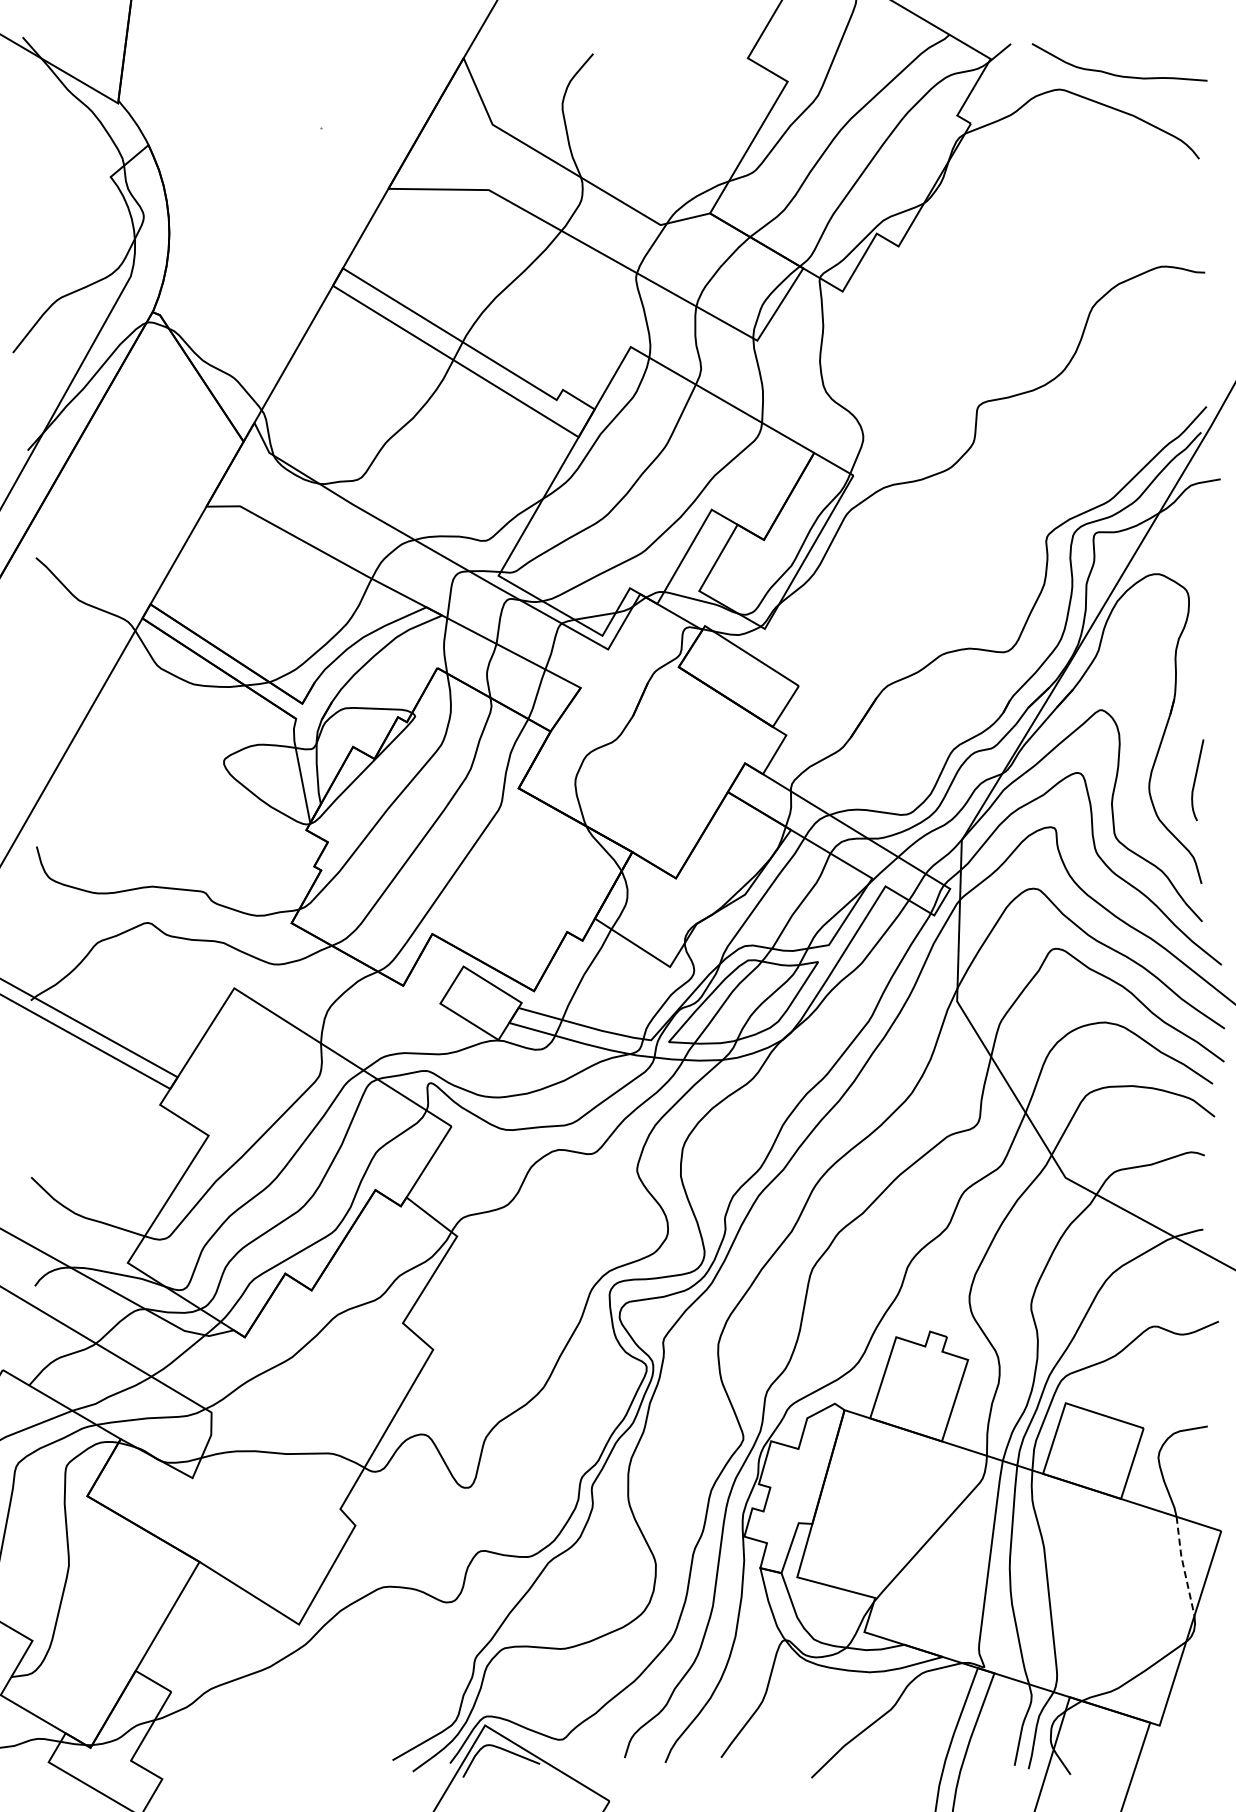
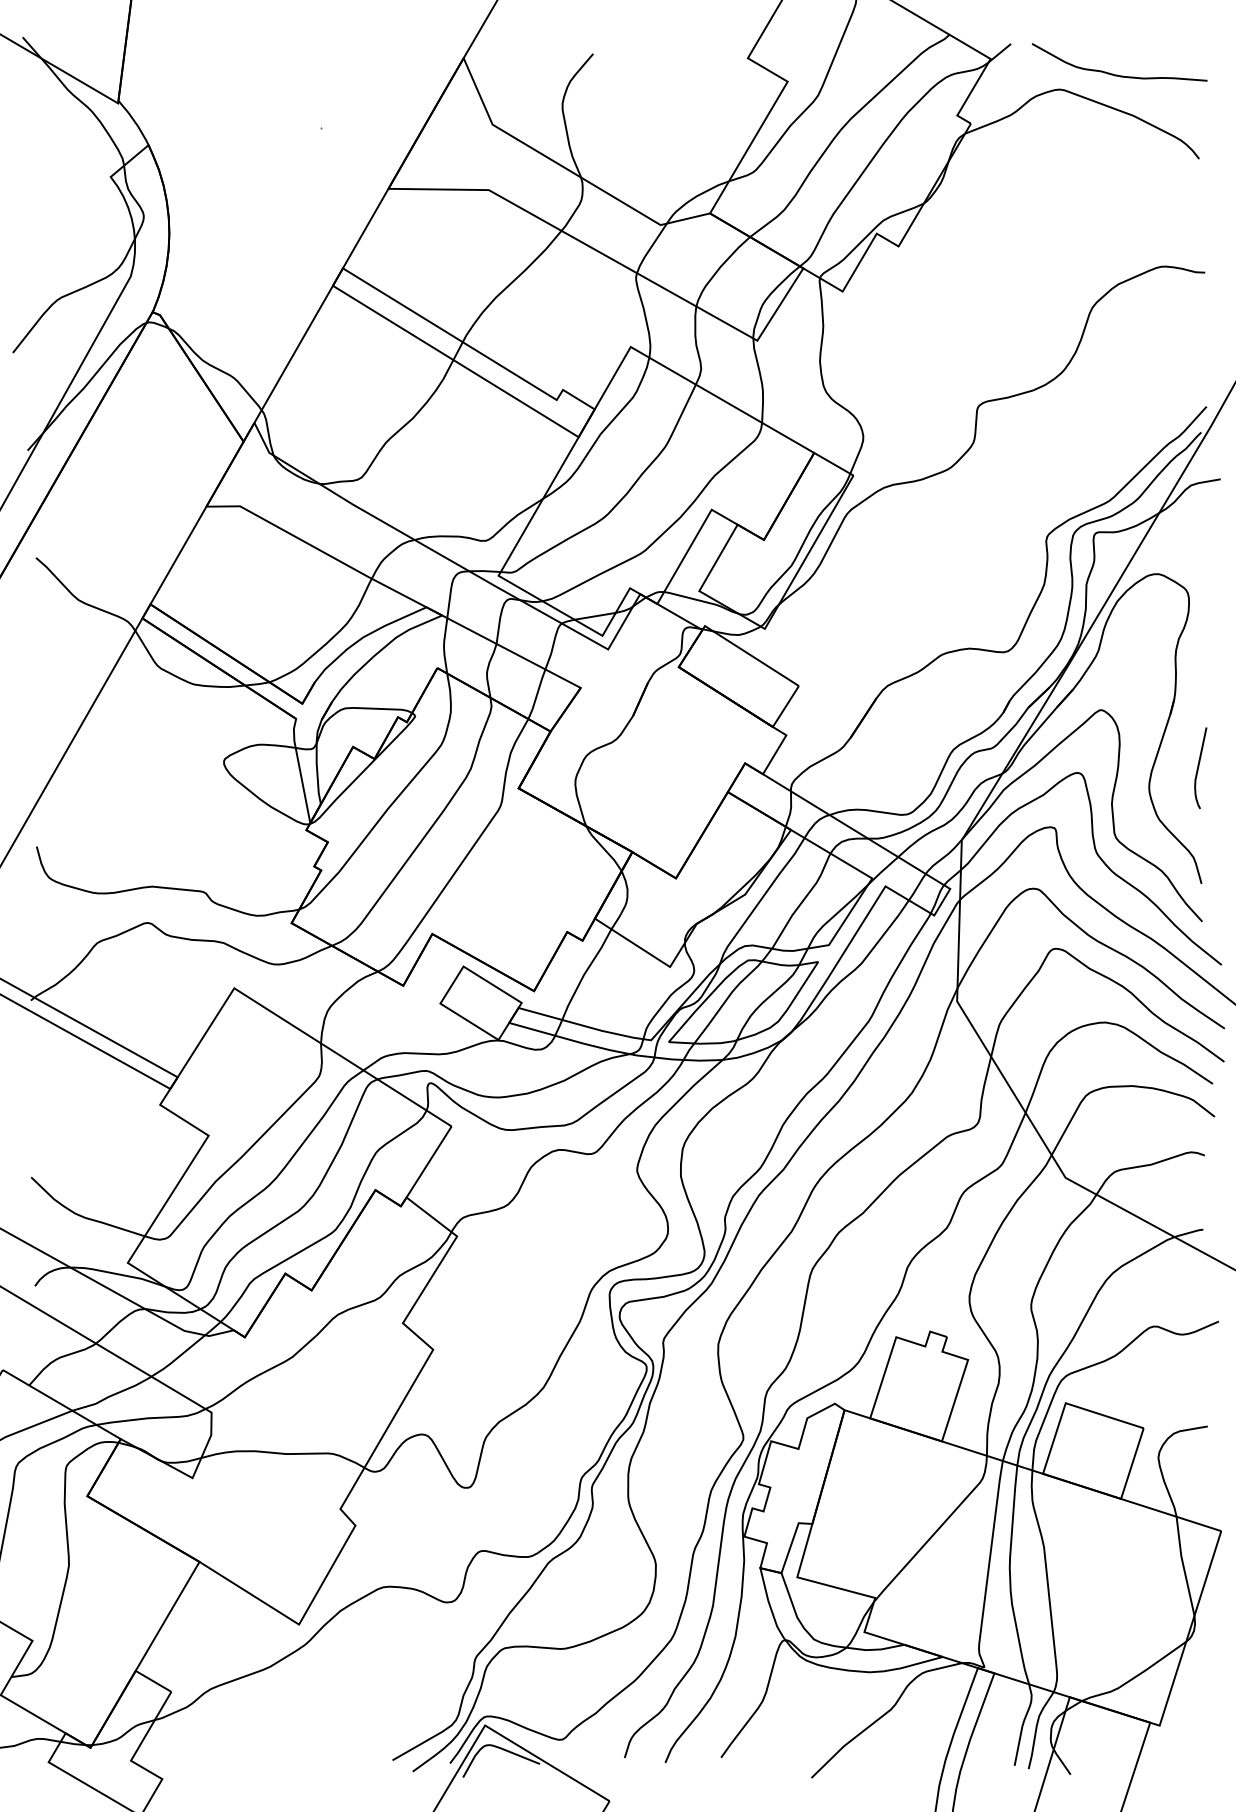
curve at (1195, 780) position: (1195, 780) -> (1198, 768)
line at (1183, 1566): dashed -> solid
